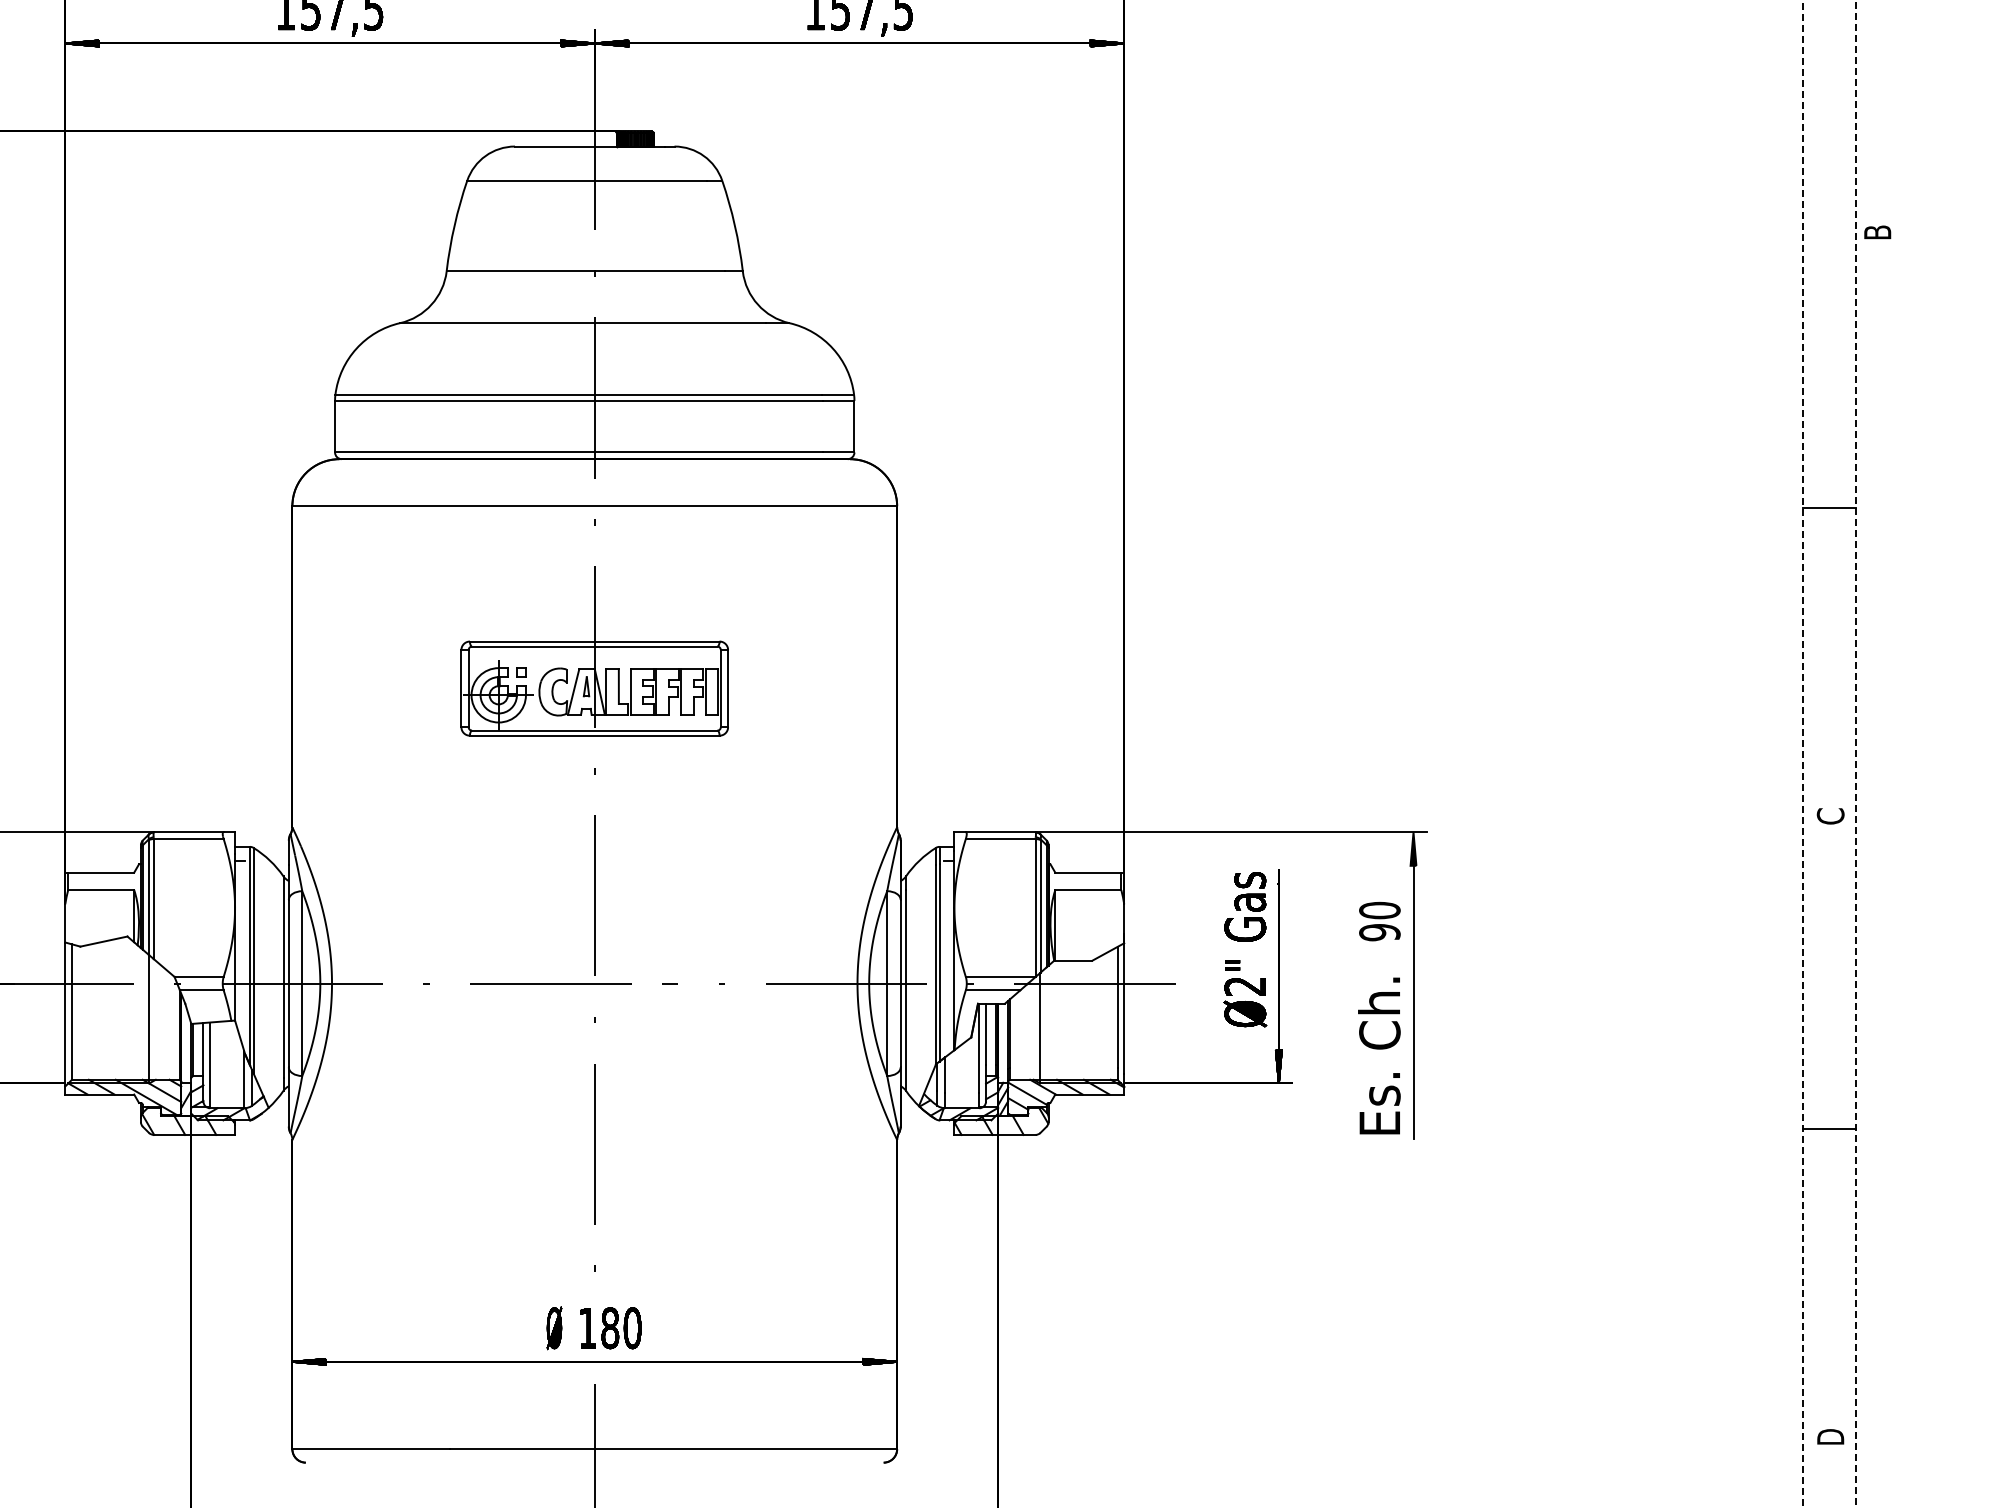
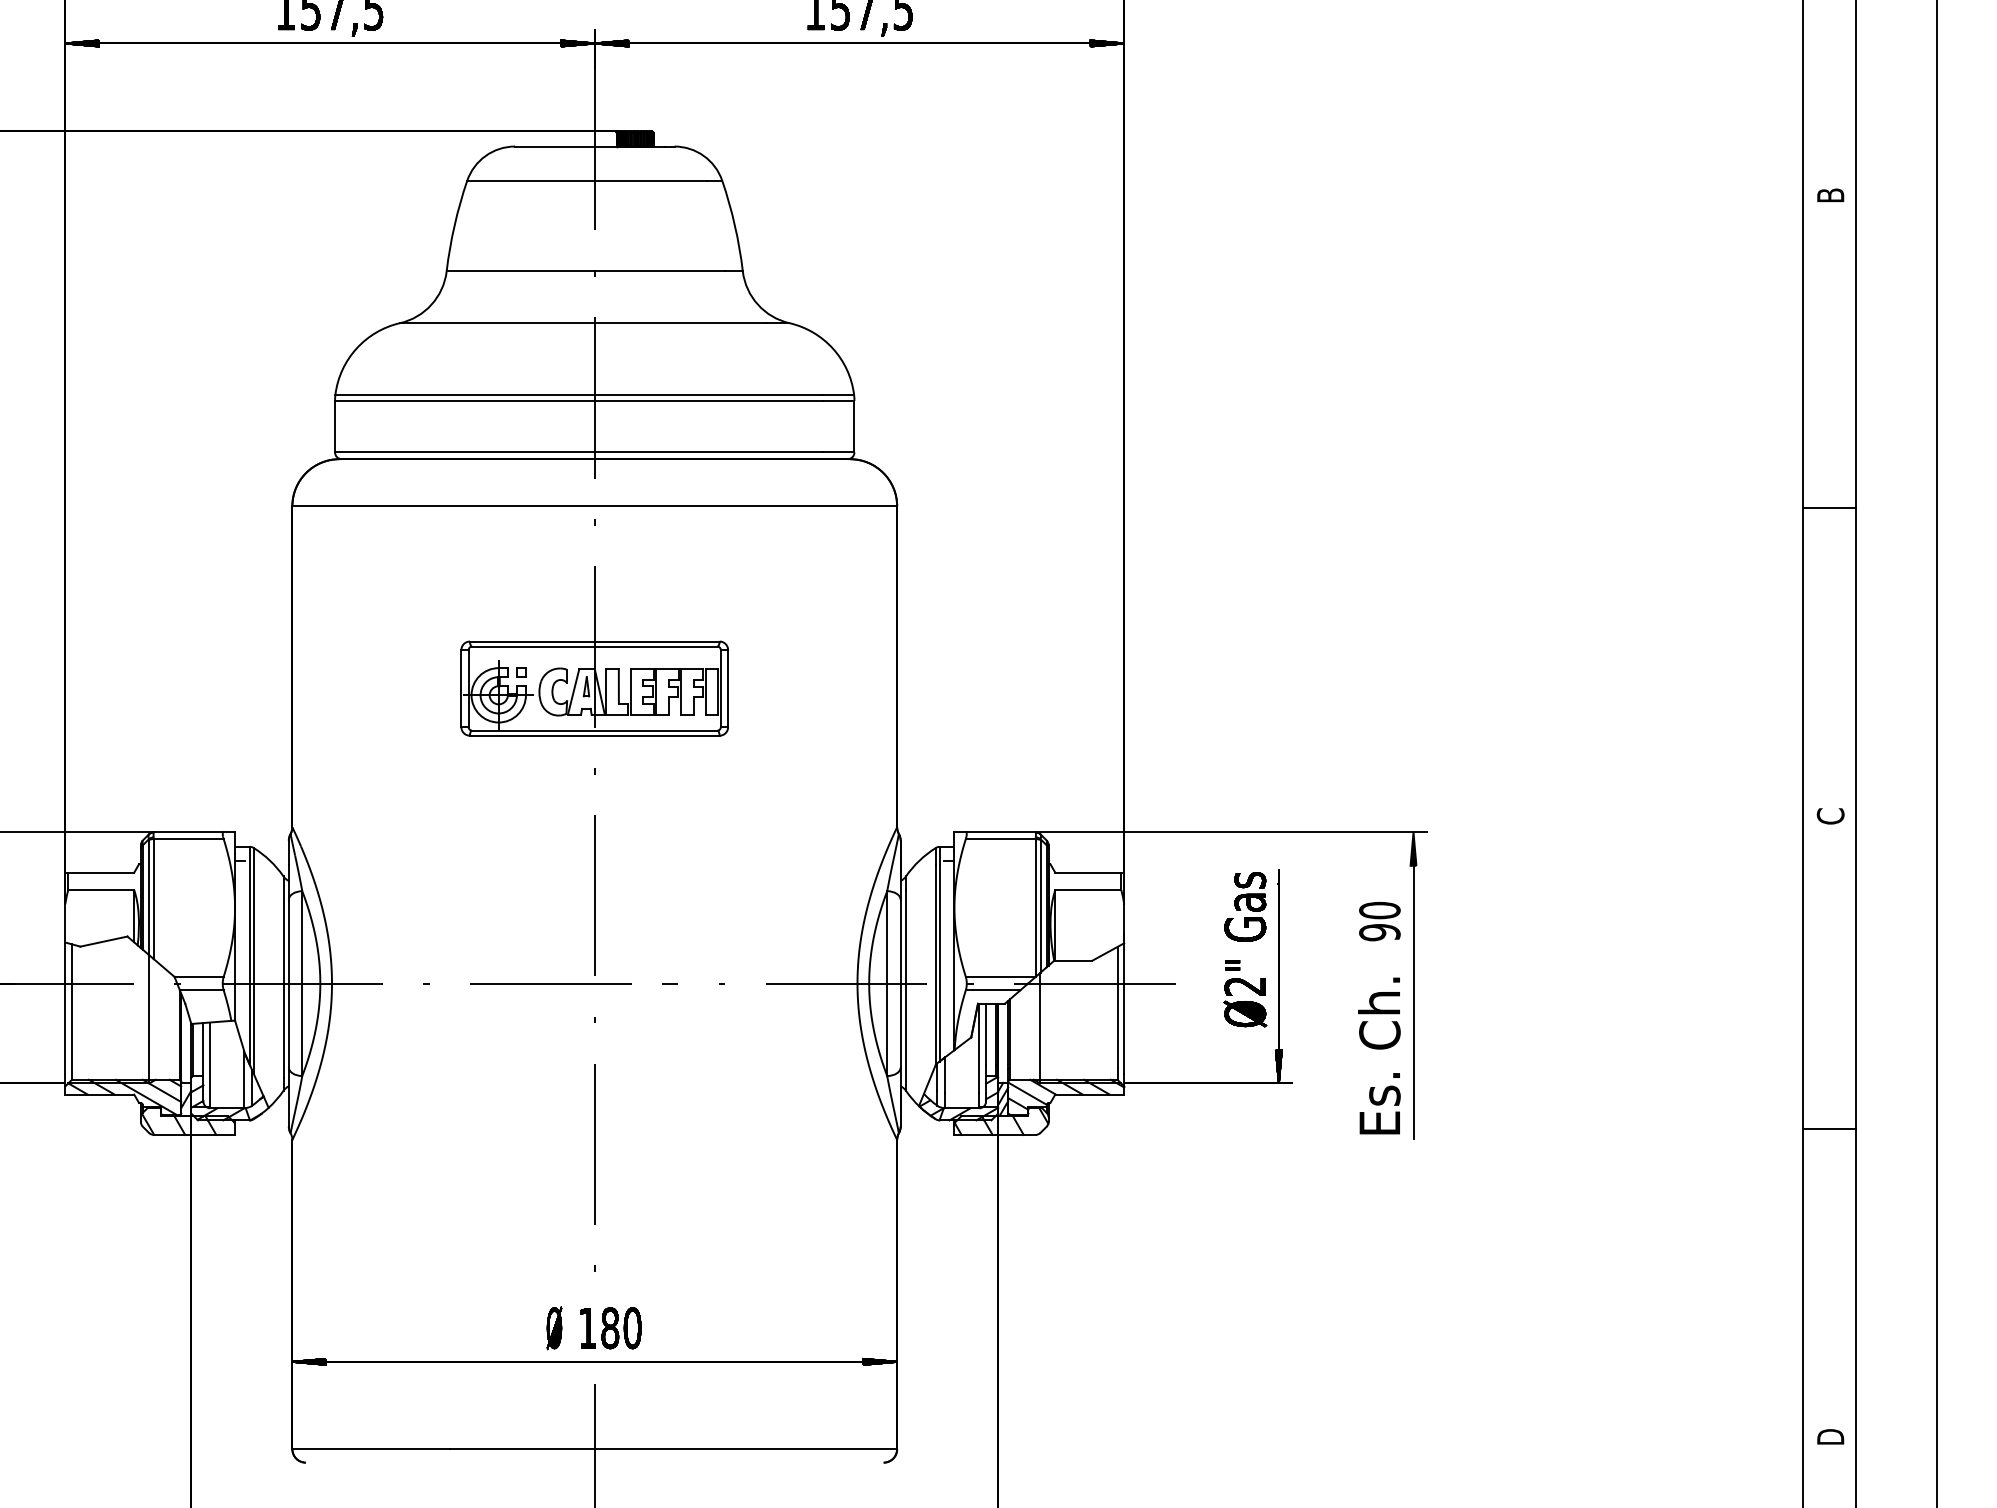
text at (1877, 232) position: (1877, 232) -> (1830, 195)
line at (1802, 753): dashed -> solid
line at (1856, 753): dashed -> solid
line at (1937, 753): none -> present
